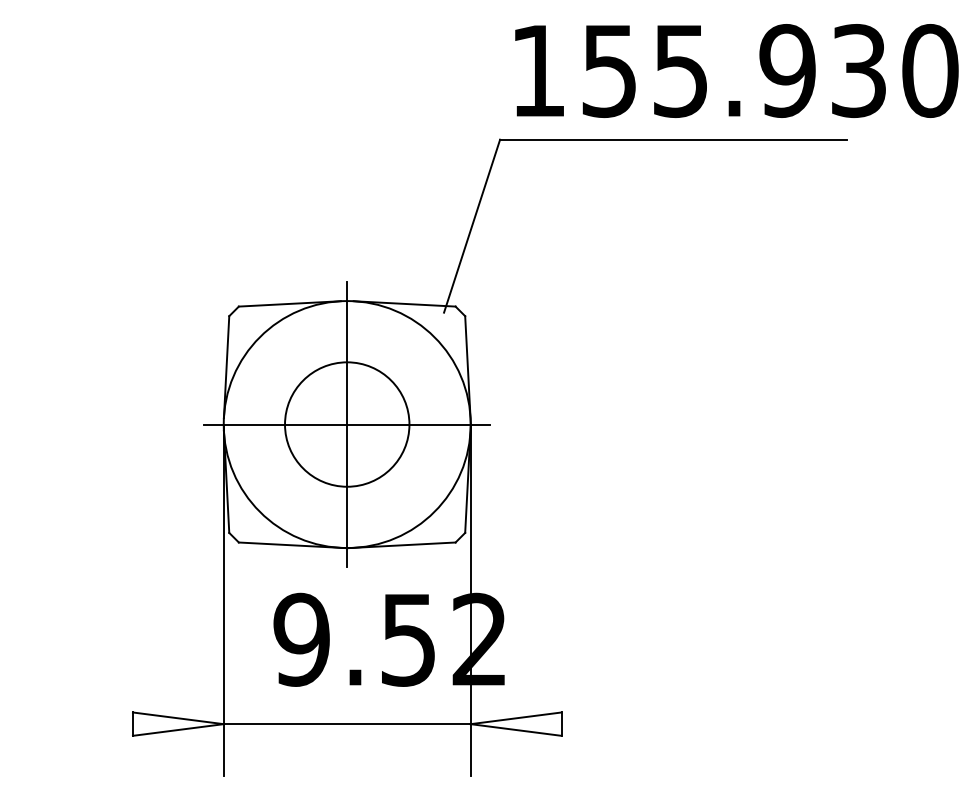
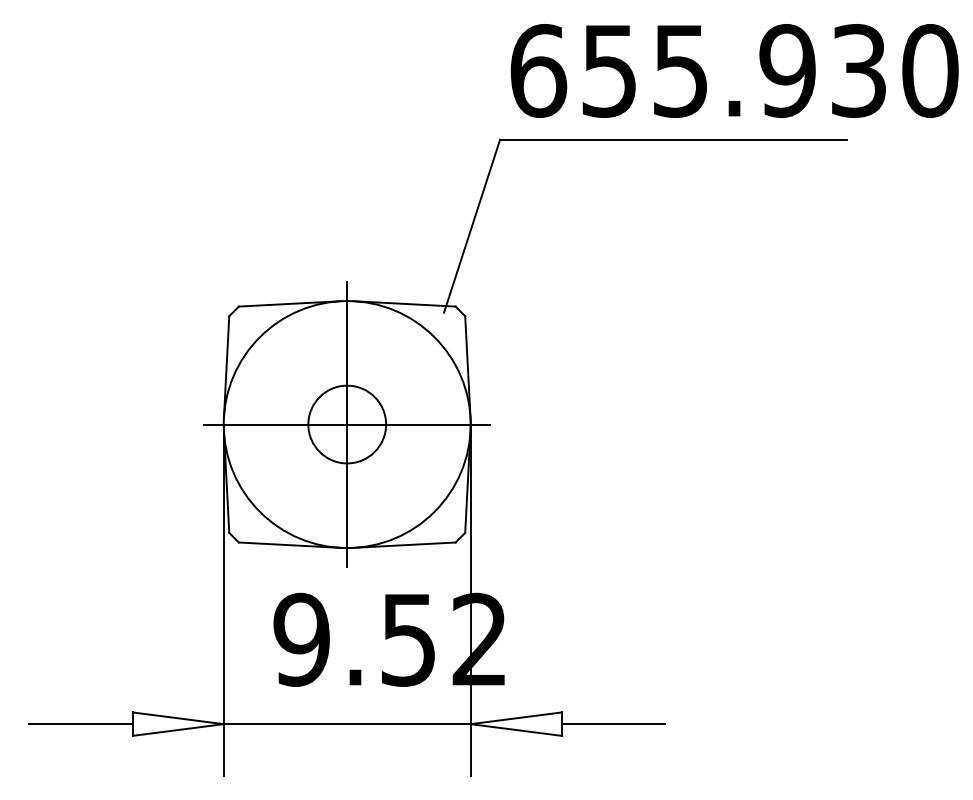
text at (538, 70): 155.930 -> 655.930
circle at (347, 424) diameter: 124 px -> 78 px
line at (80, 724): none -> present
line at (613, 724): none -> present
